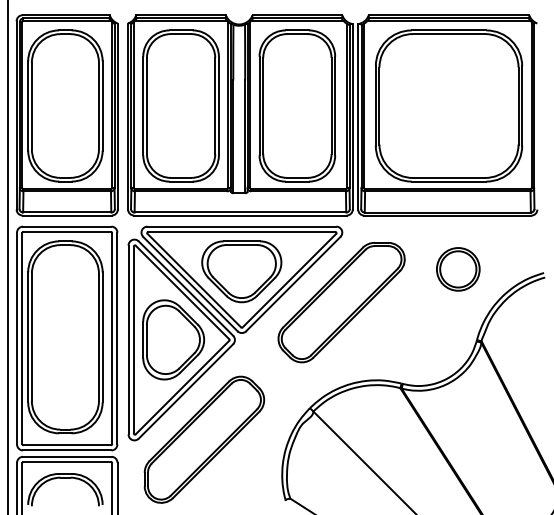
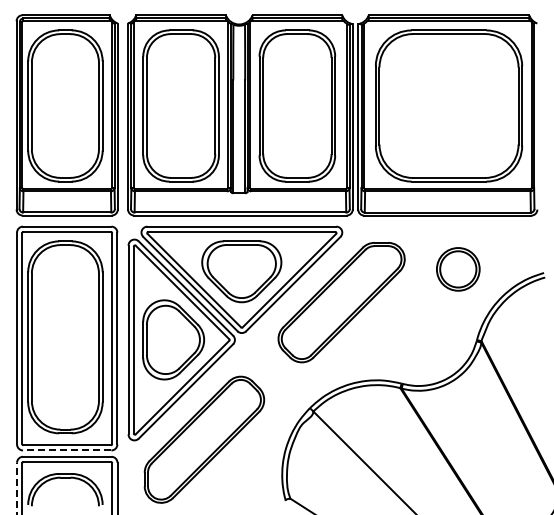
line at (7, 256): present -> none
line at (66, 450): solid -> dashed
line at (17, 488): solid -> dashed
